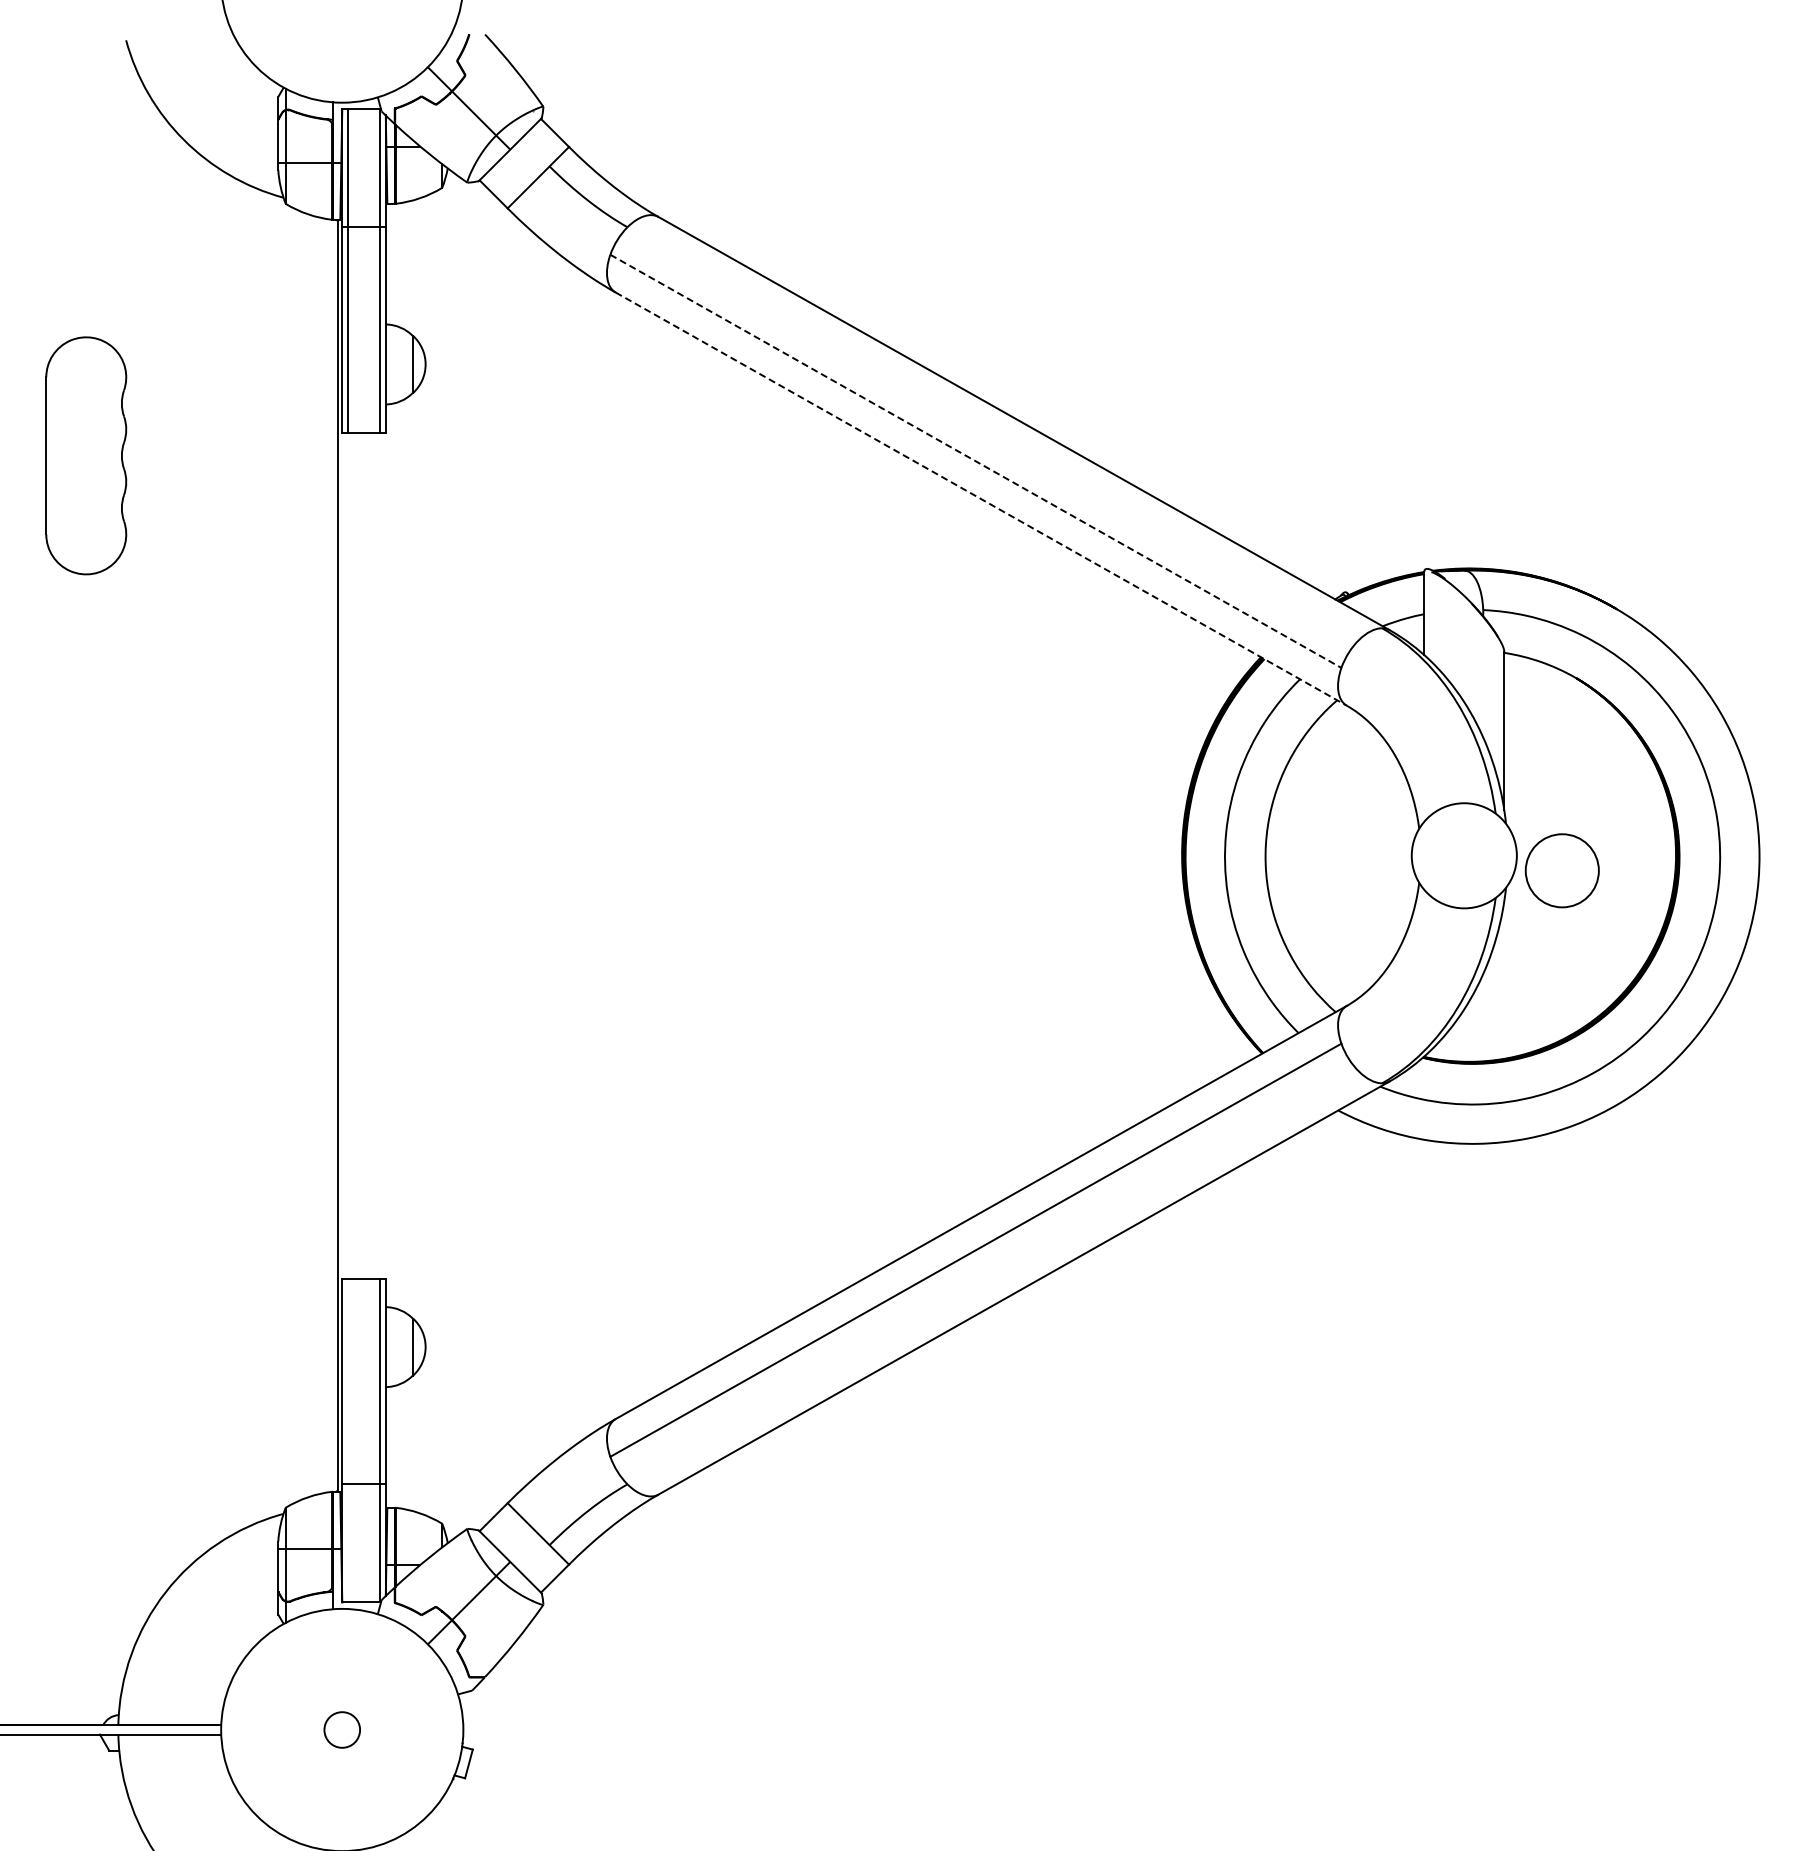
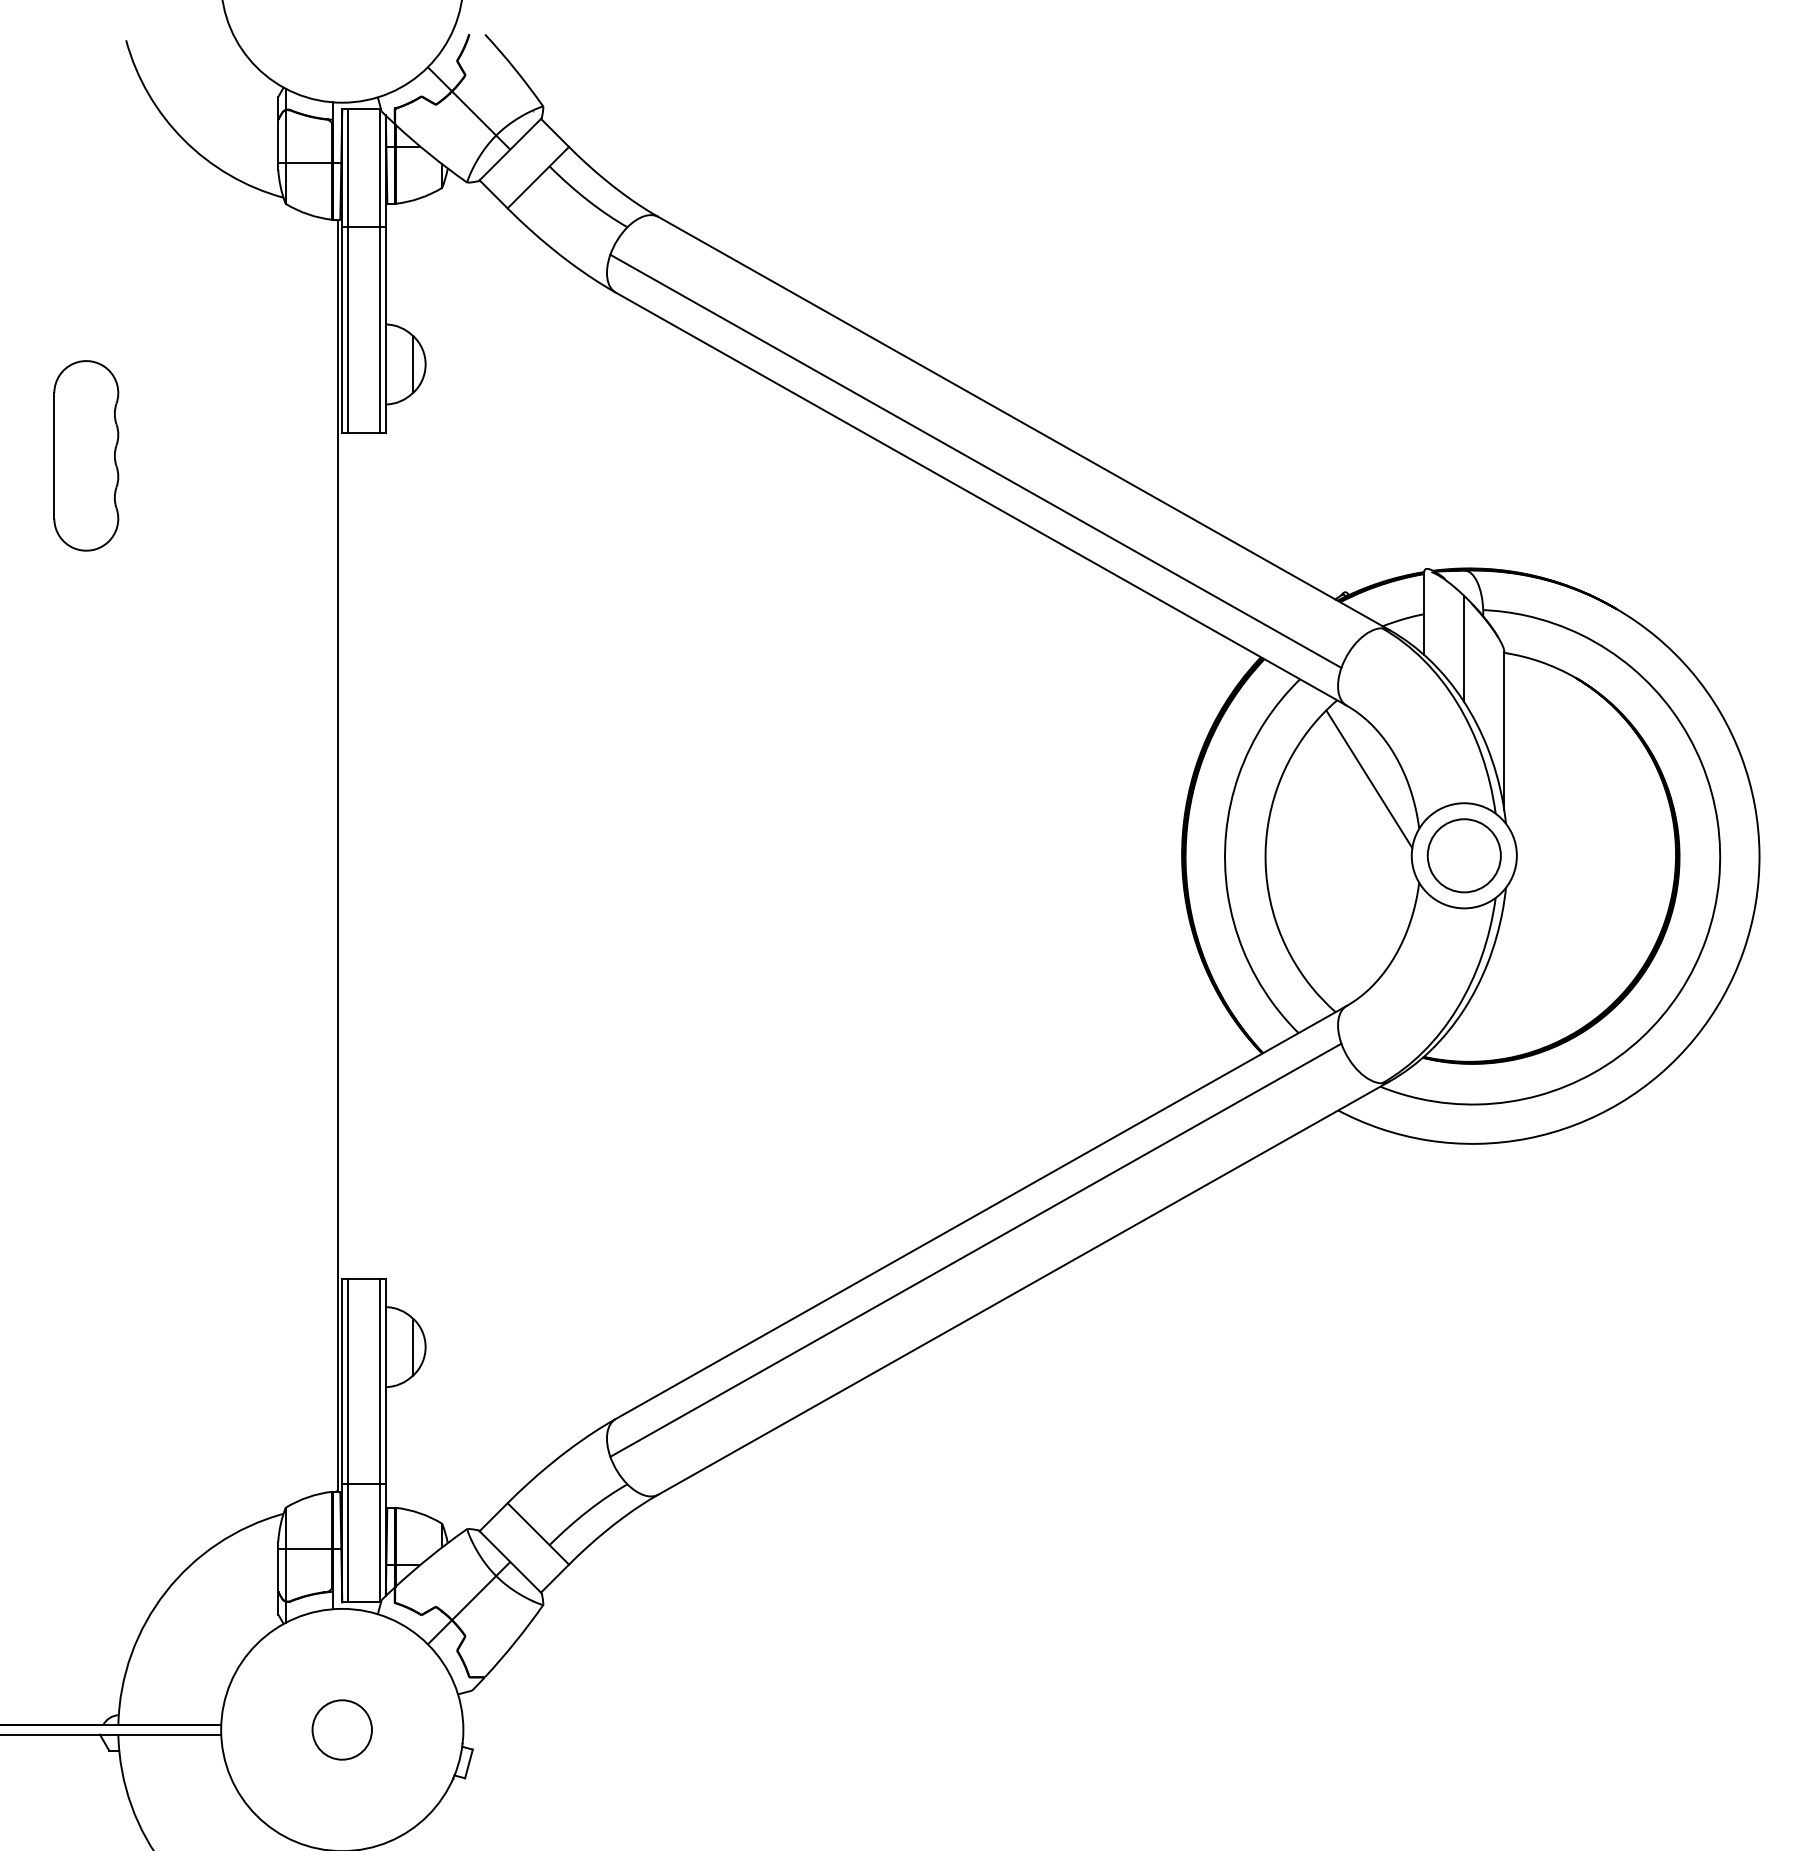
part at (86, 455) size: 83x240 px -> 67x192 px
line at (975, 461): dashed -> solid
line at (981, 499): dashed -> solid
line at (1464, 649): none -> present
line at (1369, 779): none -> present
circle at (1561, 870) position: (1561, 870) -> (1463, 855)
line at (347, 1440): none -> present
circle at (342, 1729) diameter: 36 px -> 59 px
